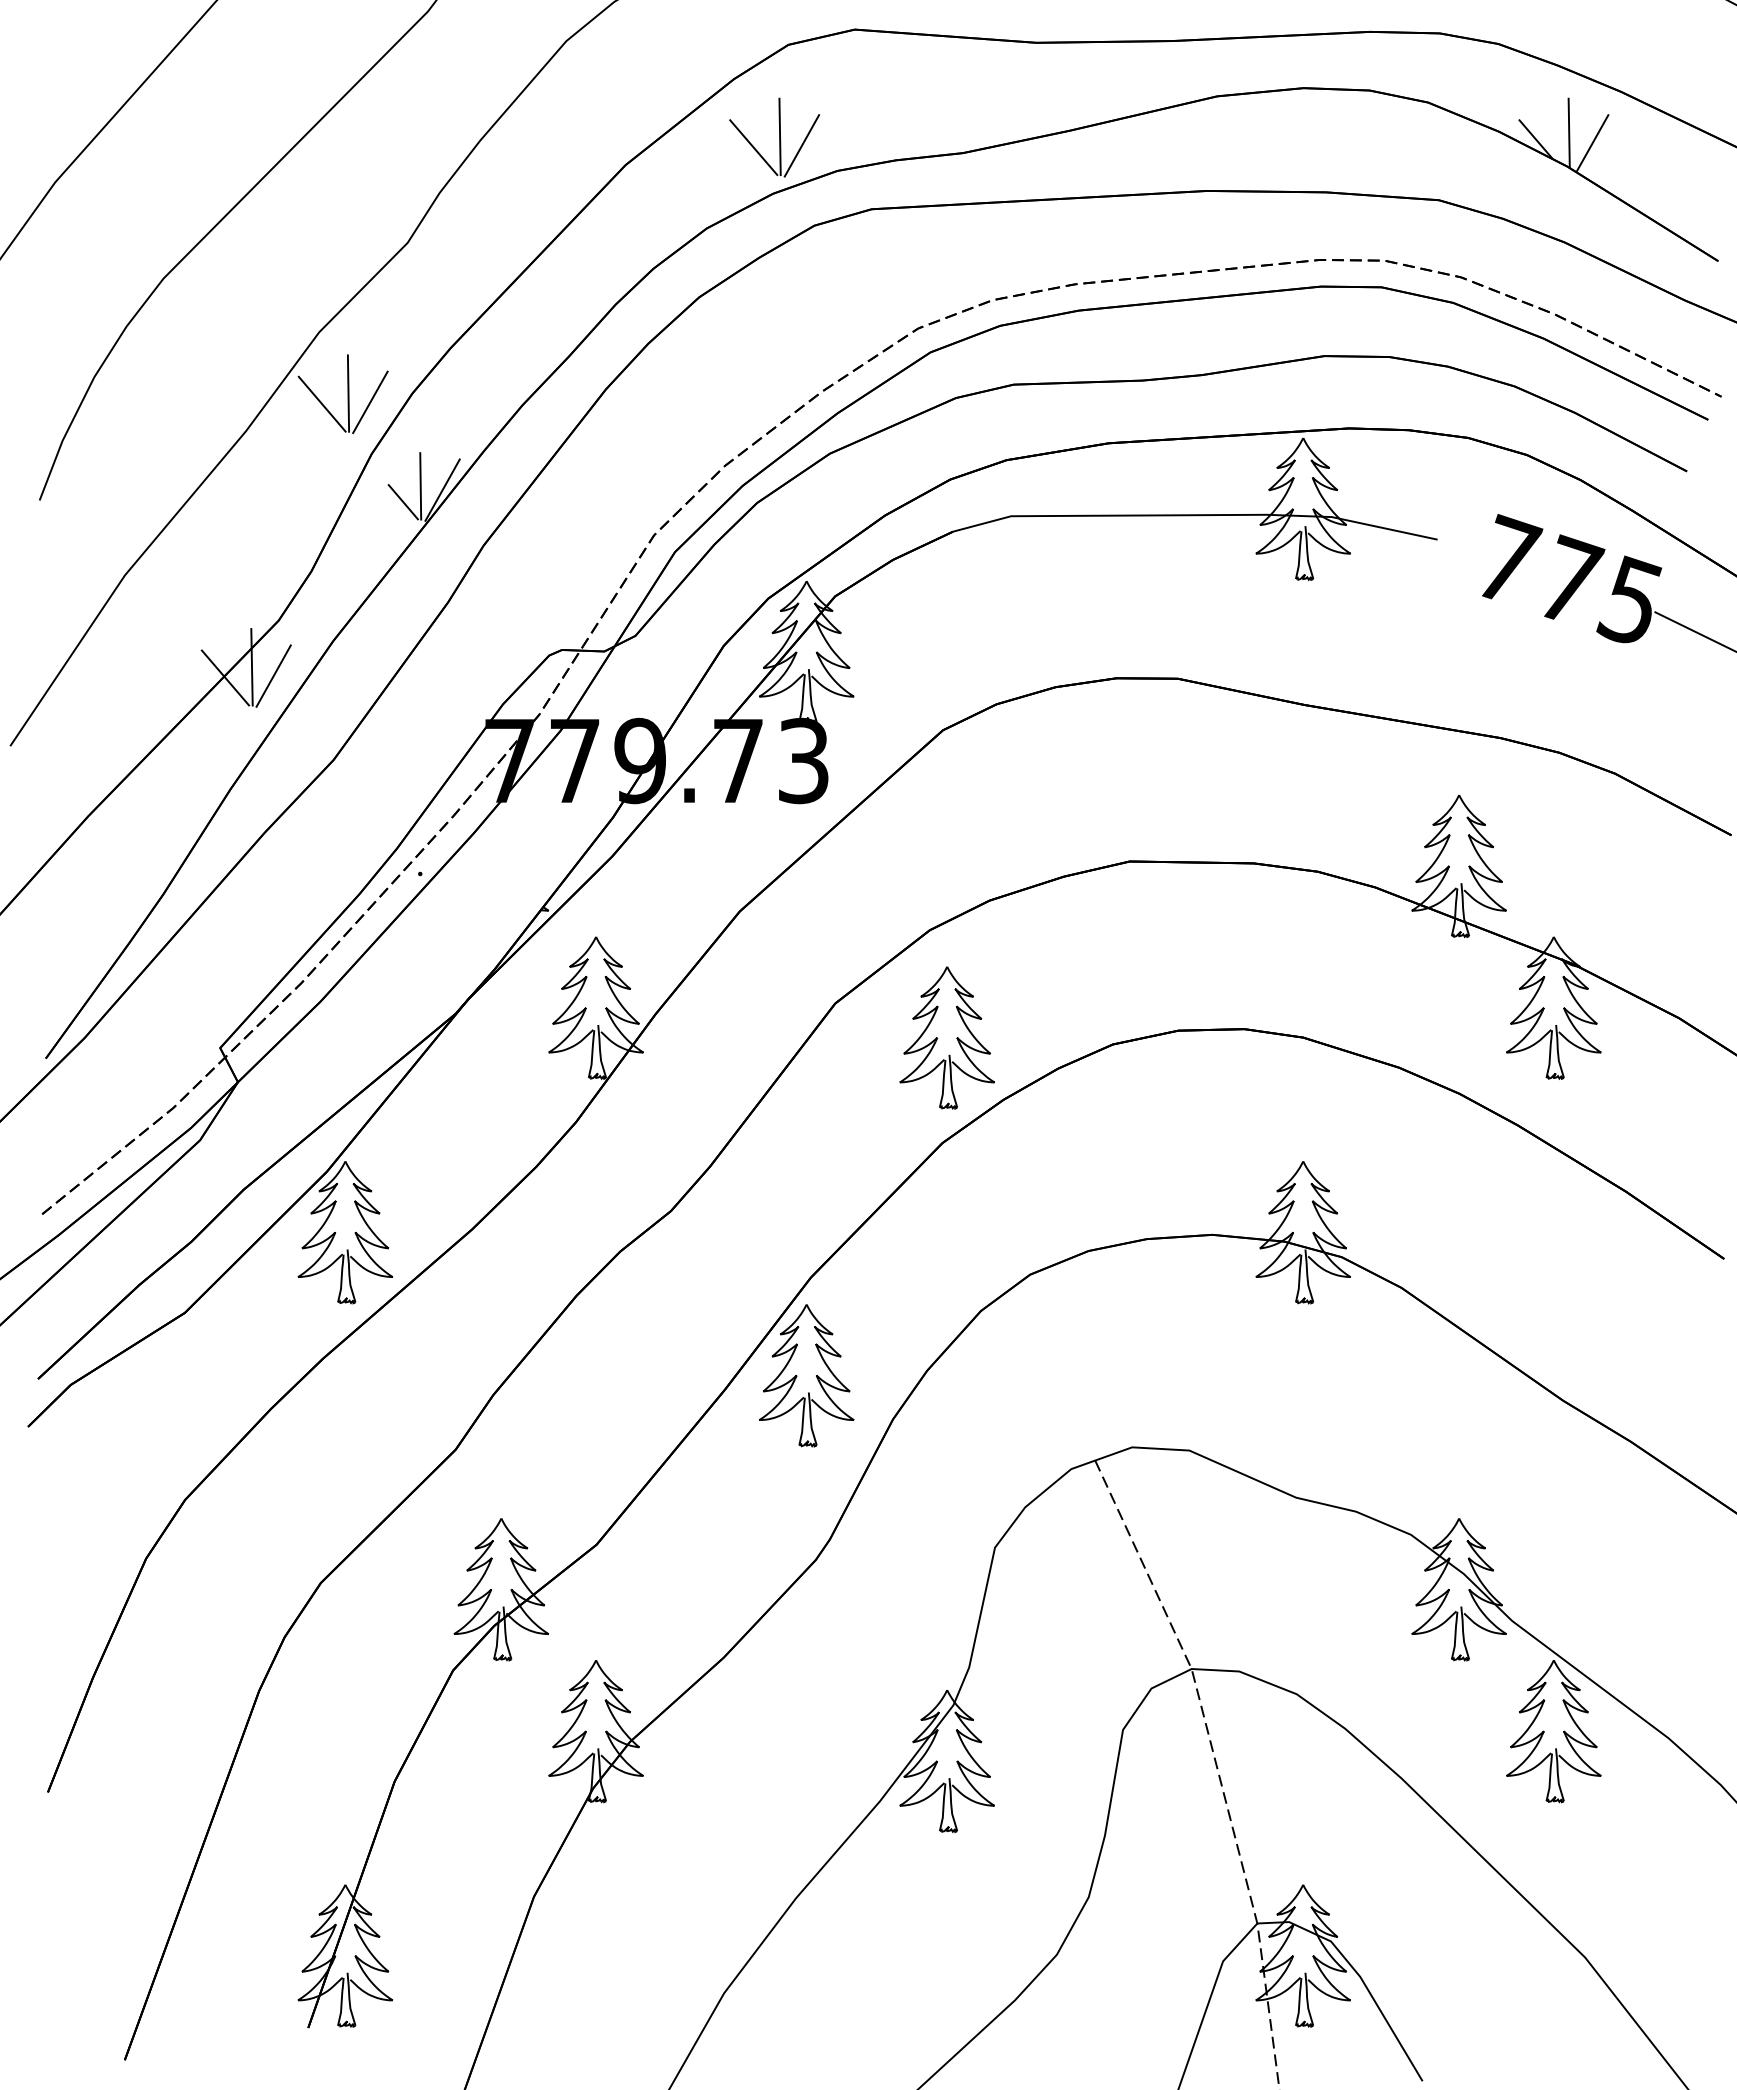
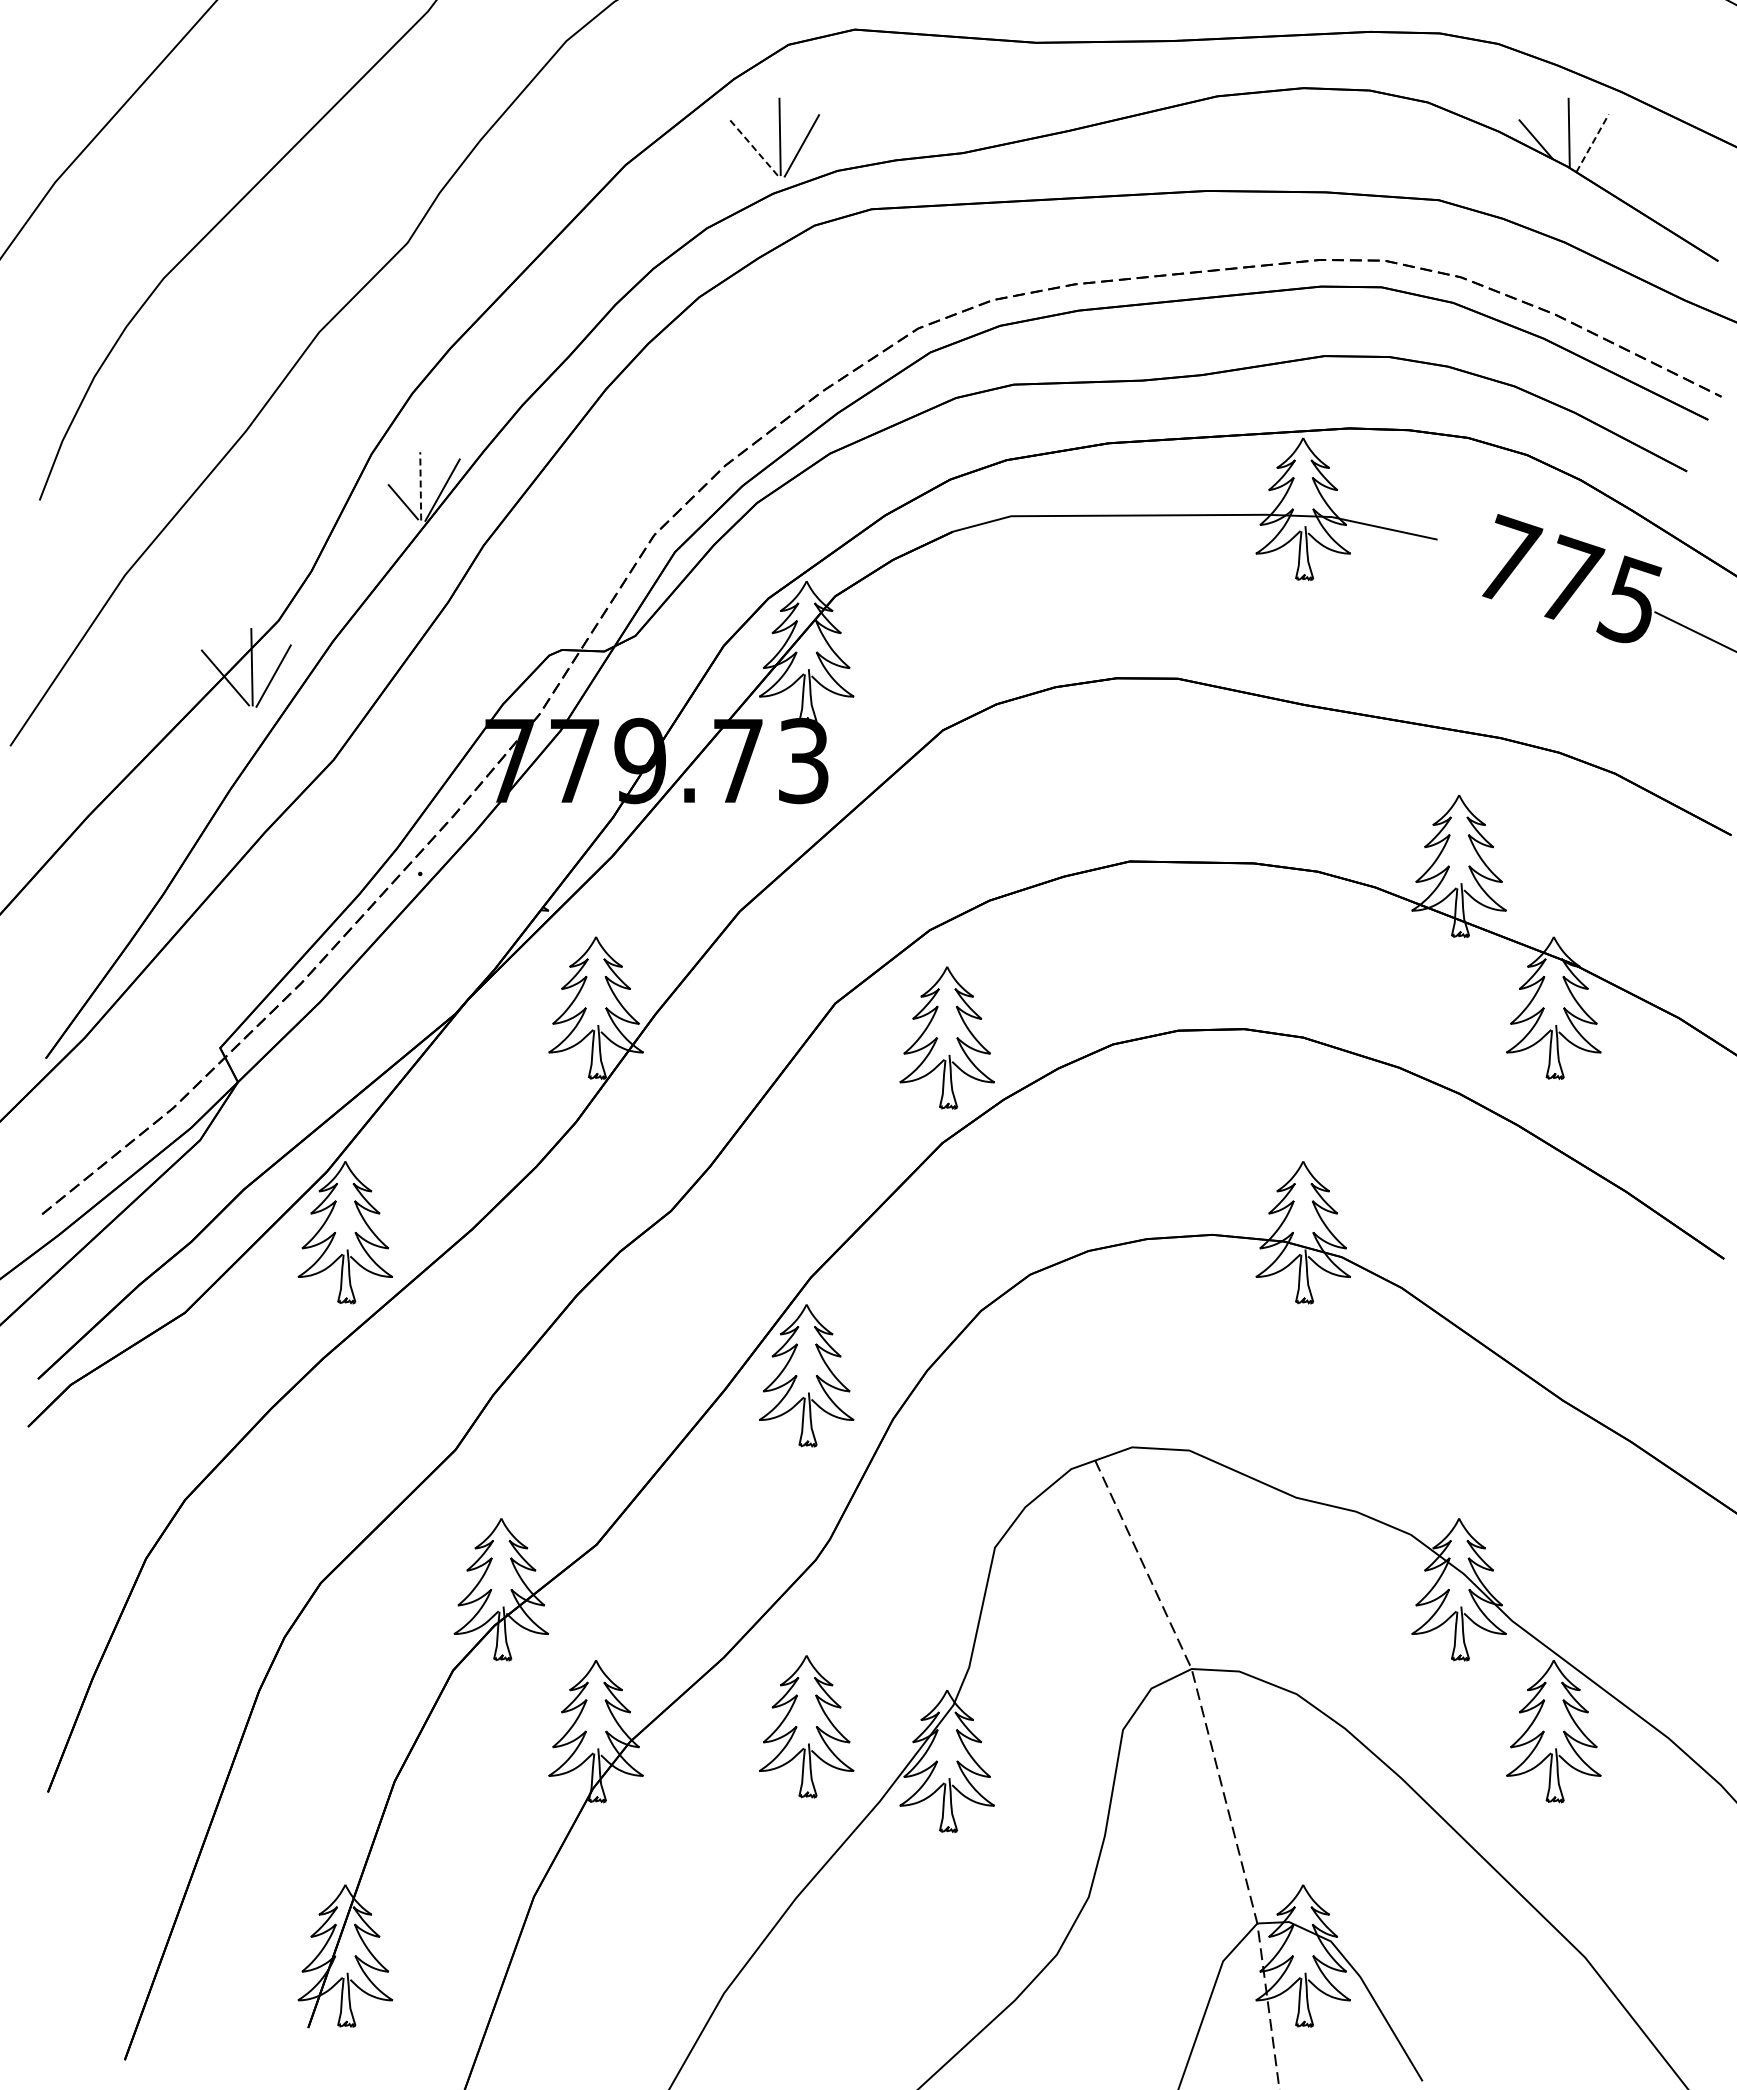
line at (1592, 142): solid -> dashed
line at (753, 147): solid -> dashed
part at (342, 394): present -> none
line at (420, 485): solid -> dashed
part at (806, 1726): none -> present
